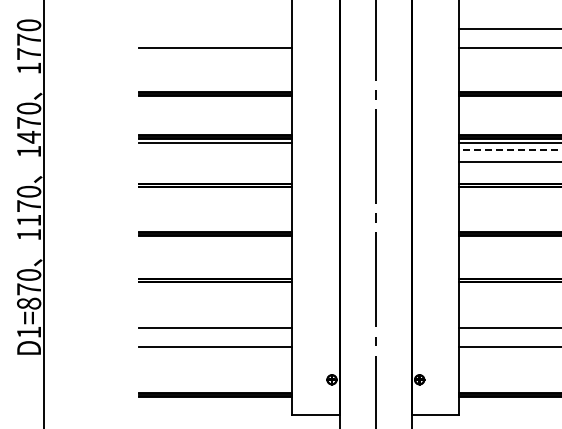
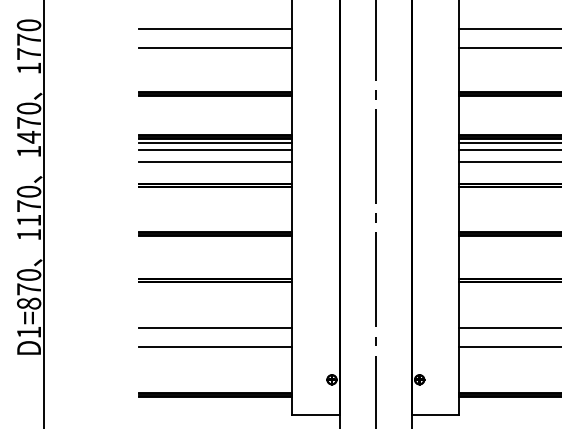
line at (215, 29): none -> present
line at (215, 149): none -> present
line at (510, 149): dashed -> solid
line at (215, 161): none -> present
